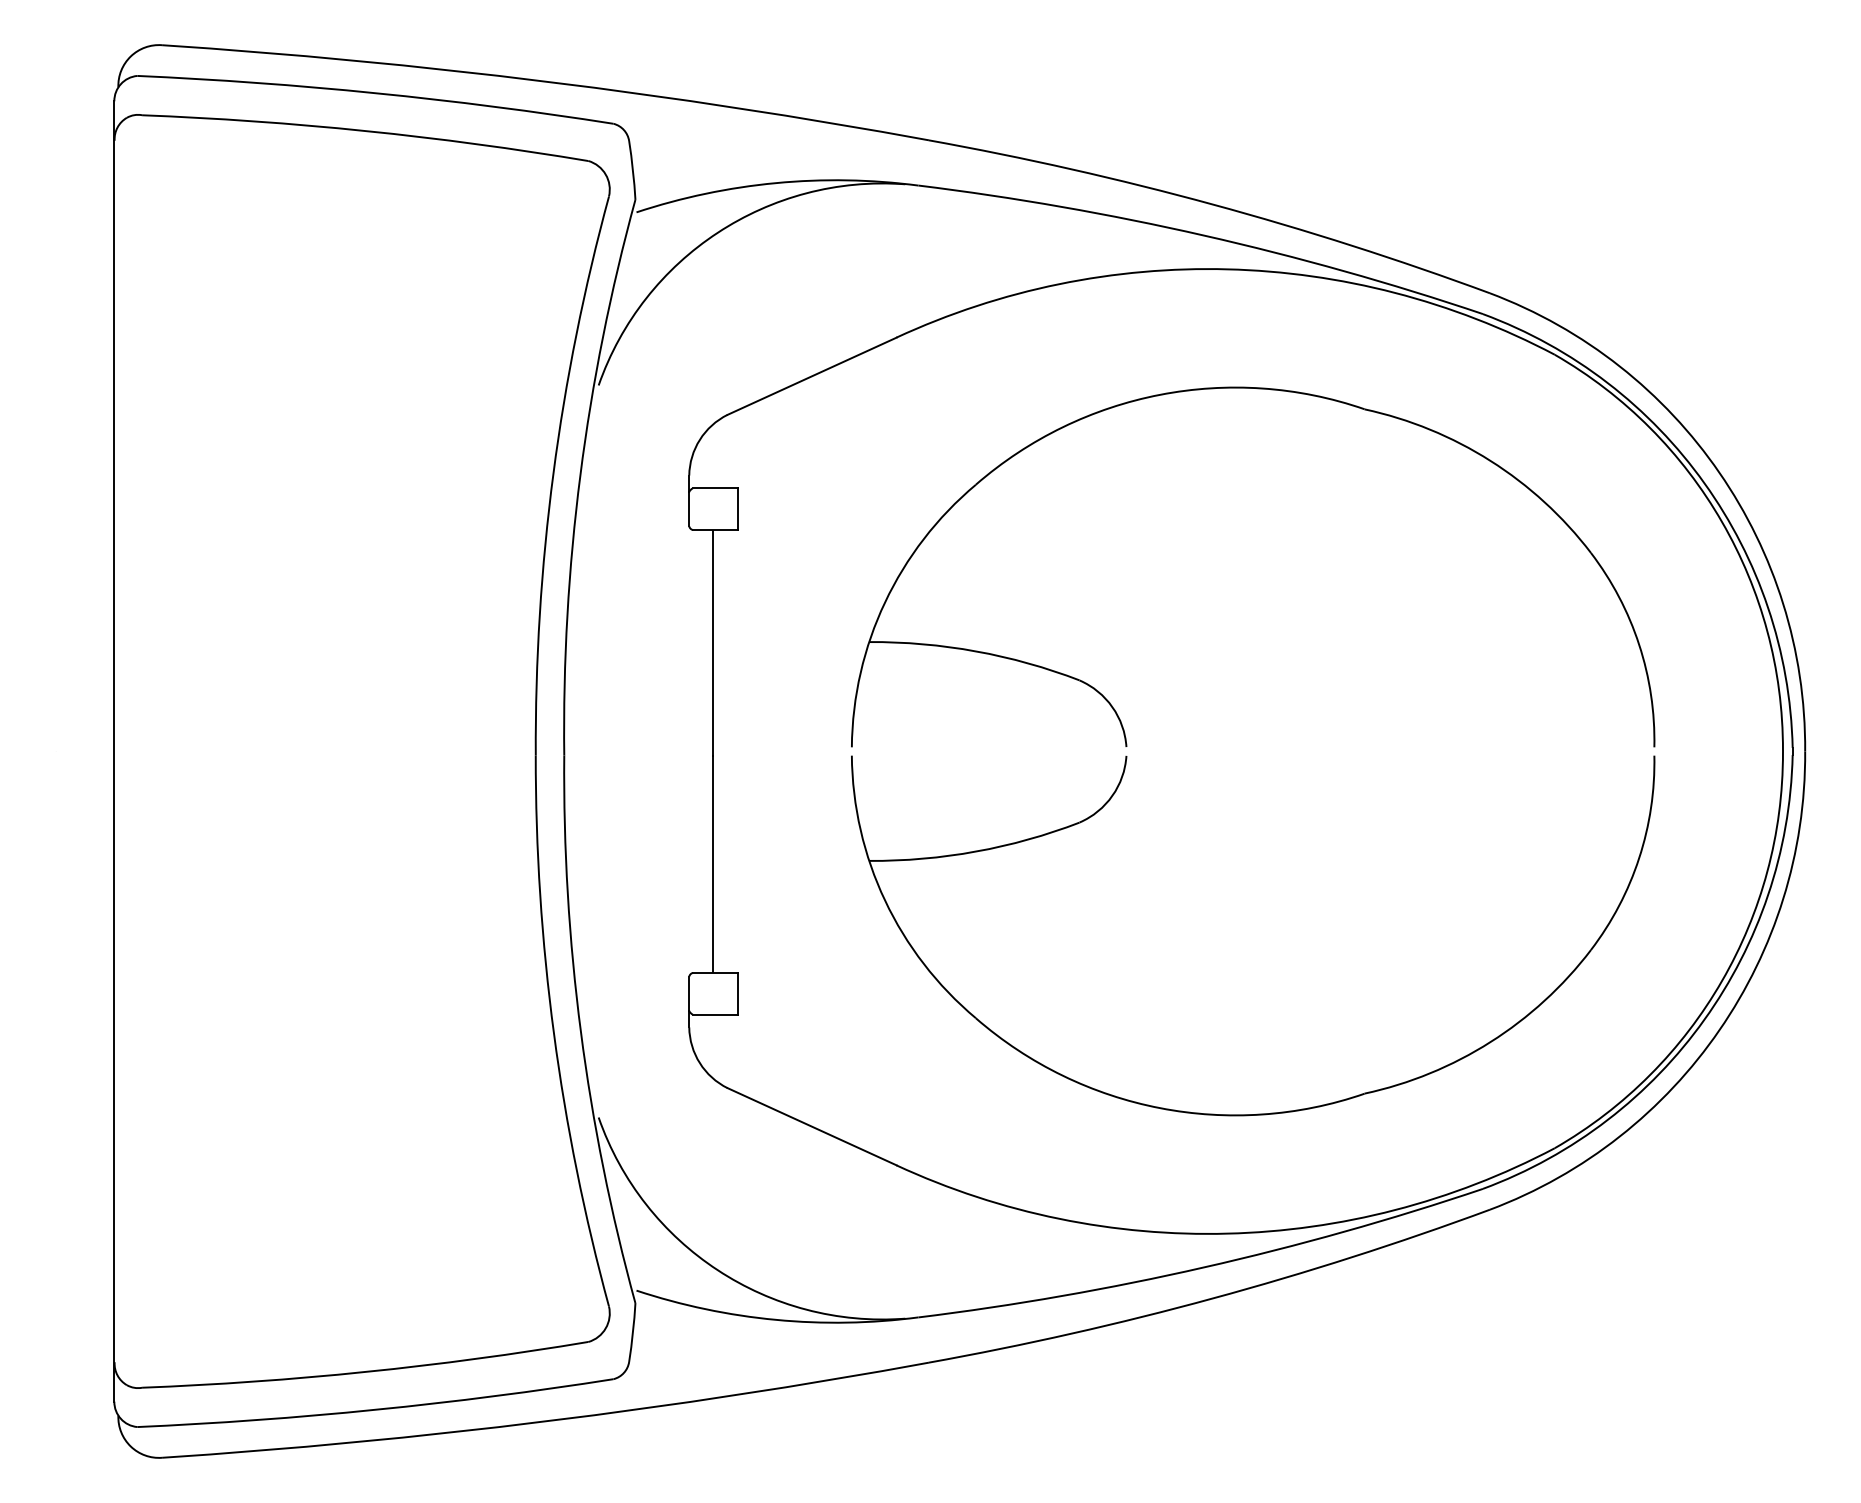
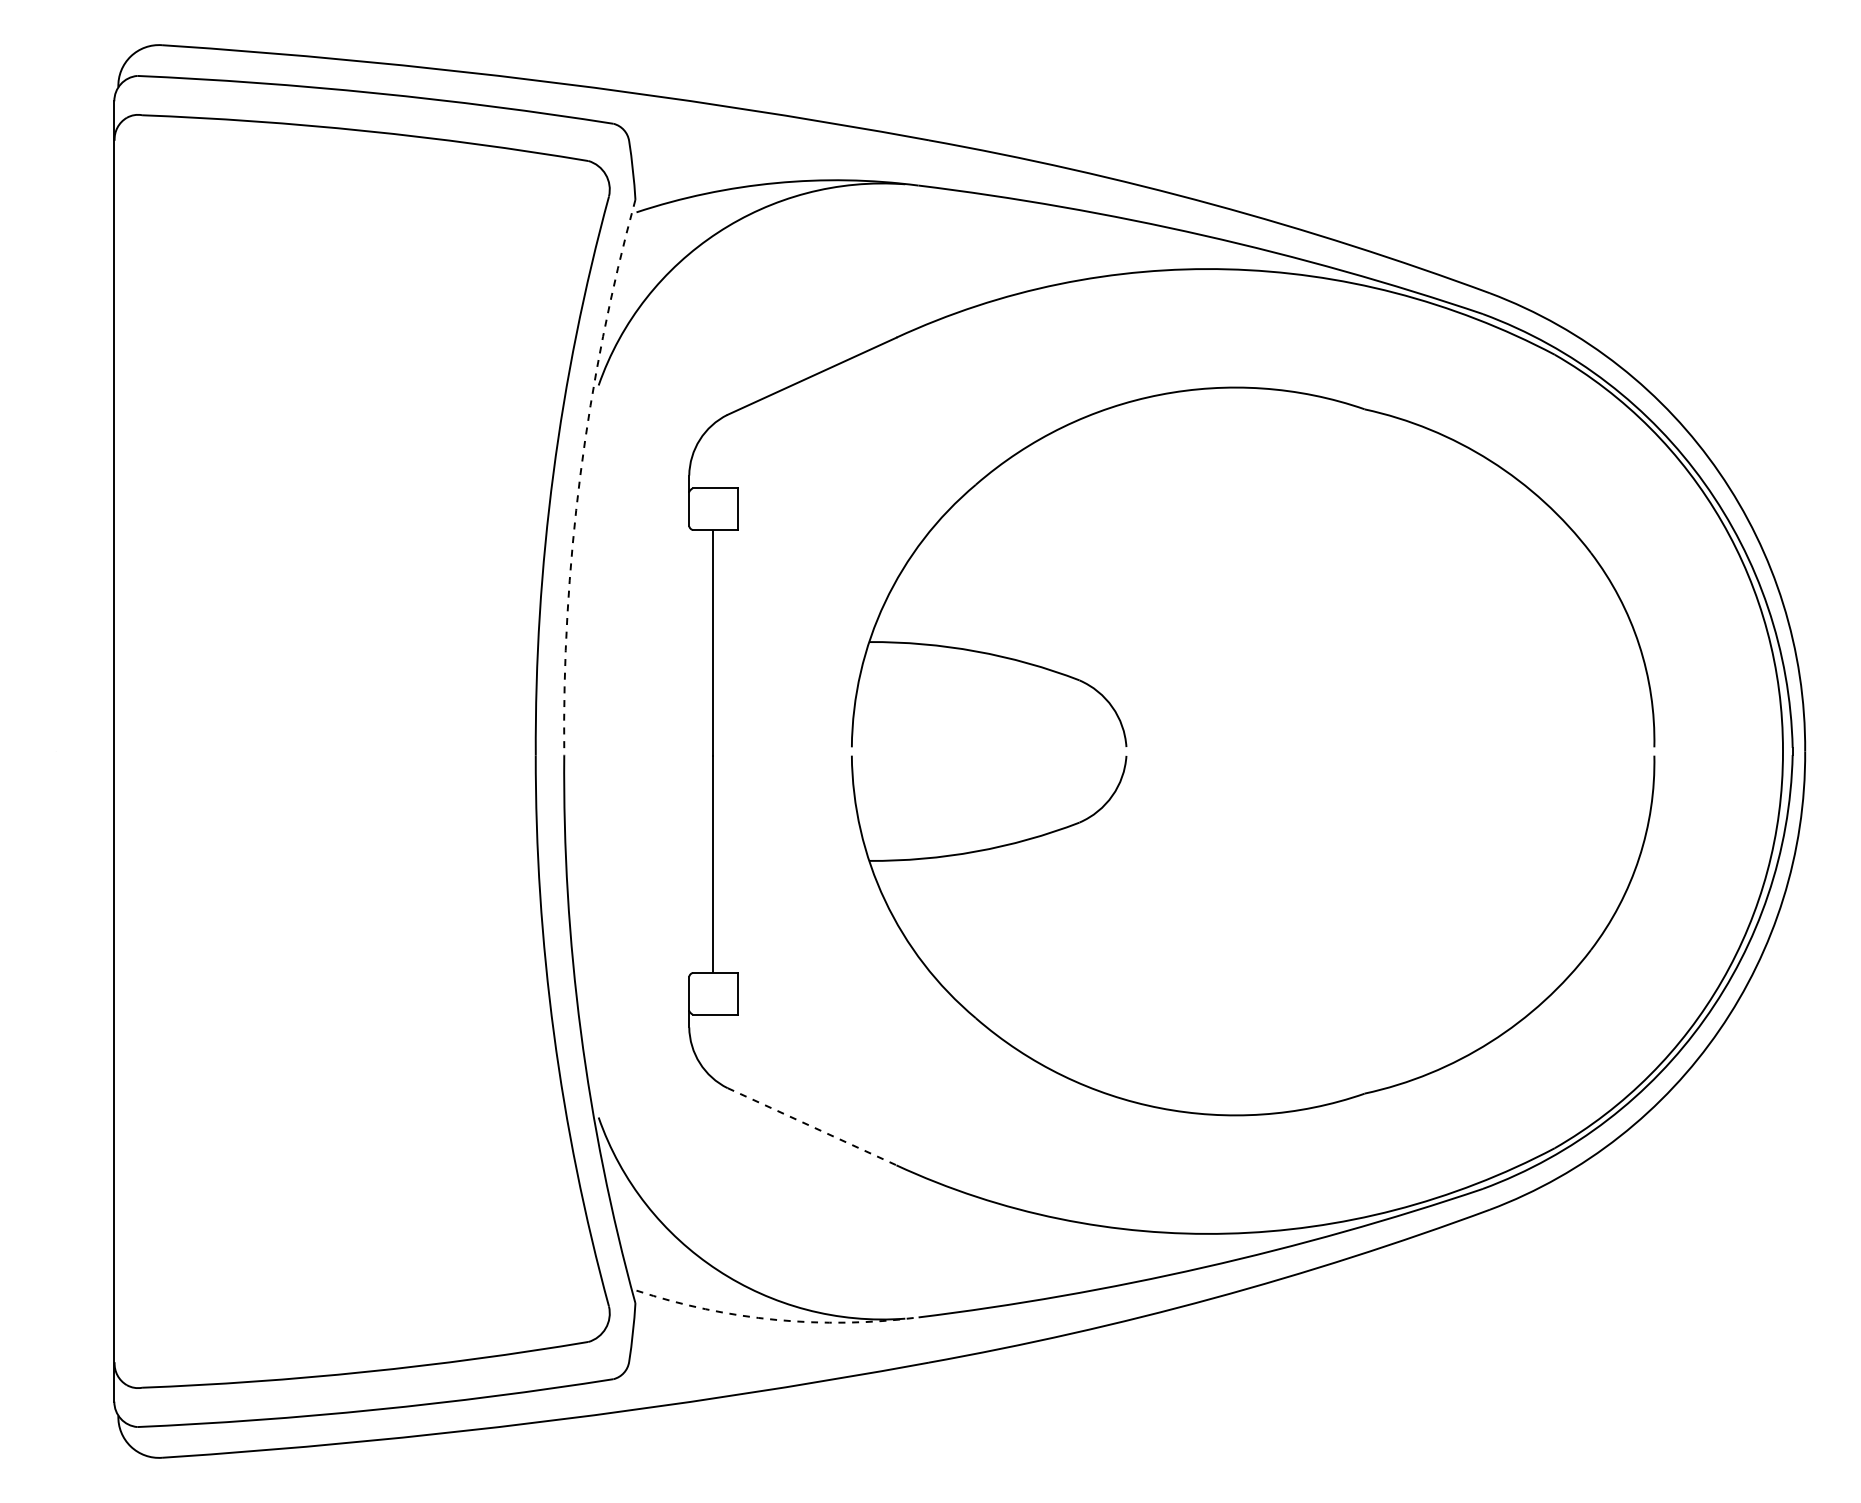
arc at (580, 475): solid -> dashed
line at (812, 1126): solid -> dashed
arc at (776, 1319): solid -> dashed
